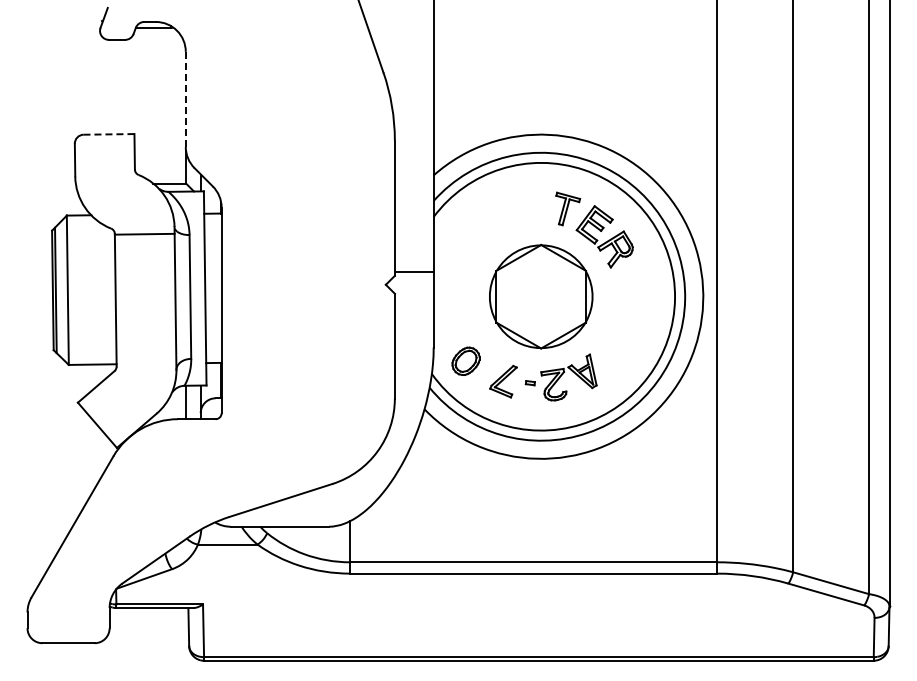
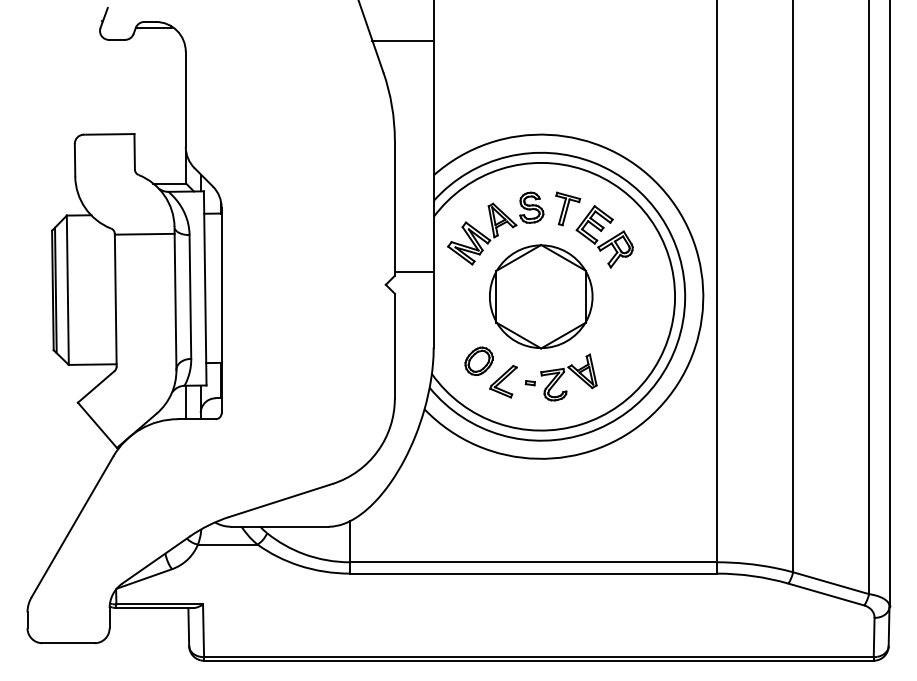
line at (402, 40): none -> present
line at (185, 99): dashed -> solid
line at (108, 134): dashed -> solid
part at (495, 228): none -> present
part at (465, 360) position: (465, 360) -> (478, 360)
